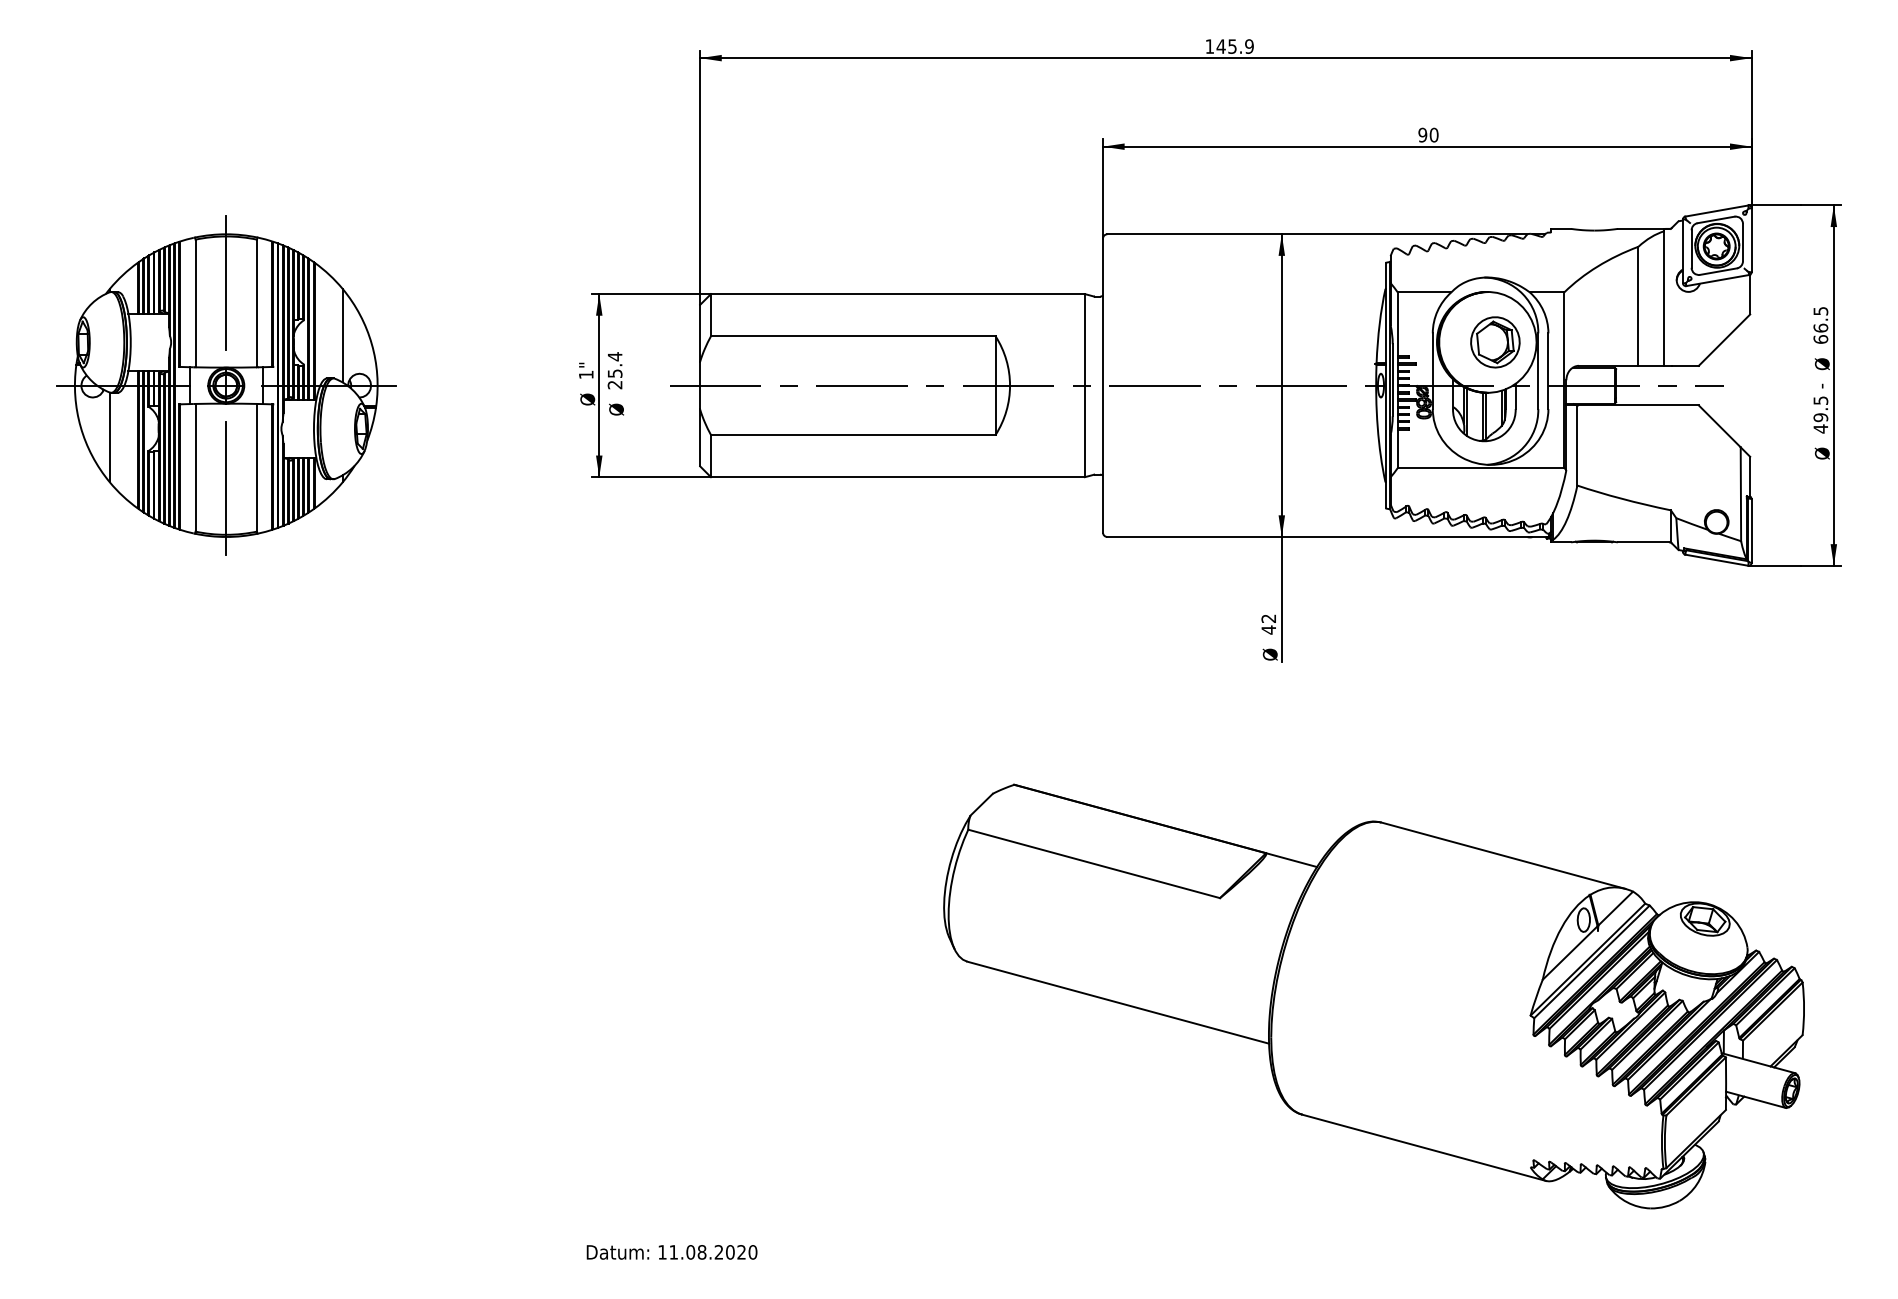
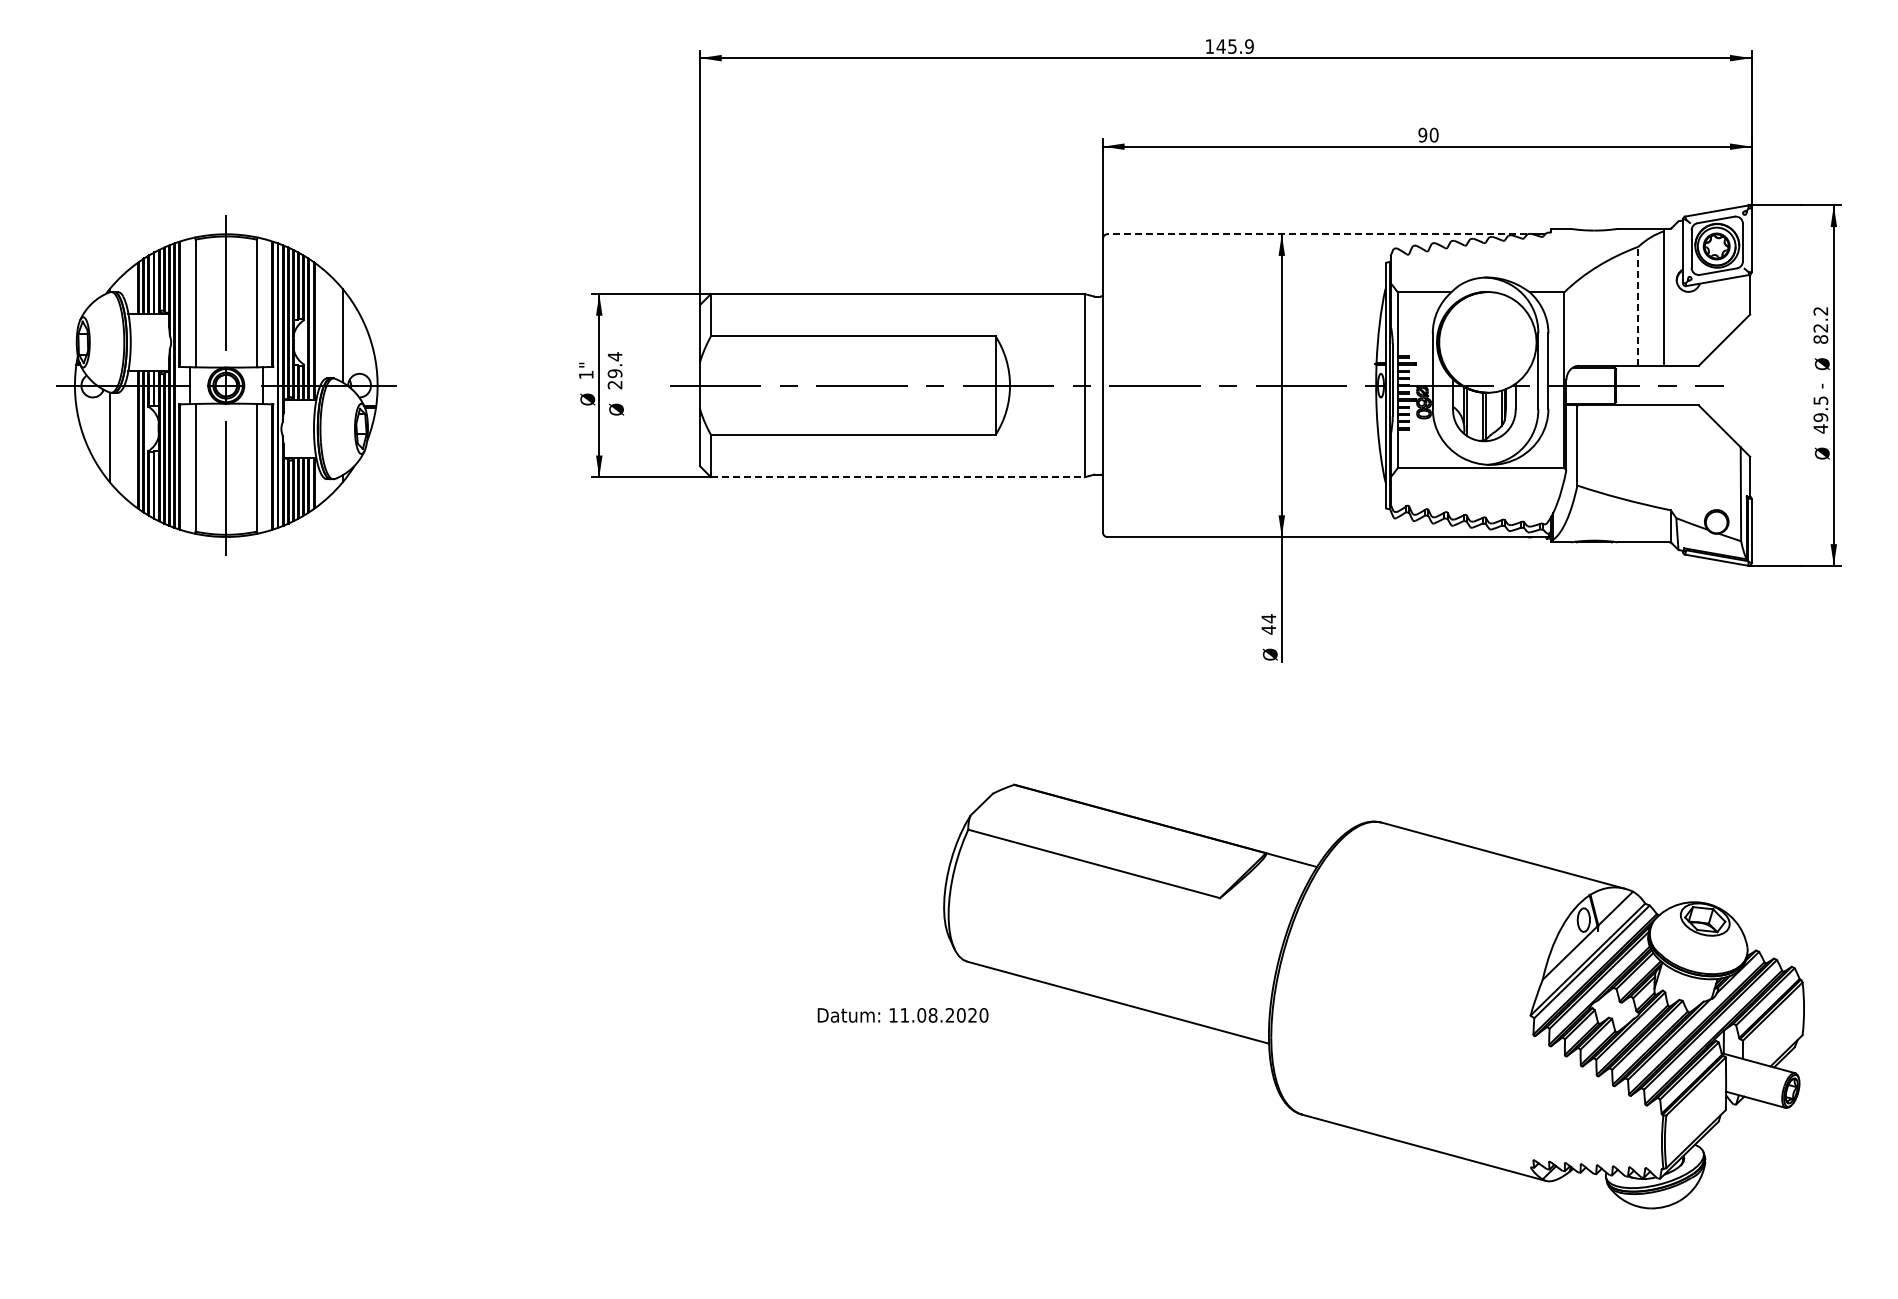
line at (1316, 234): solid -> dashed
line at (1638, 306): solid -> dashed
text at (1820, 325): 66.5 -> 82.2
part at (1495, 342): present -> none
text at (614, 373): 25.4 -> 29.4
line at (898, 477): solid -> dashed
text at (1268, 618): 42 -> 44
text at (671, 1252) position: (671, 1252) -> (902, 1015)
